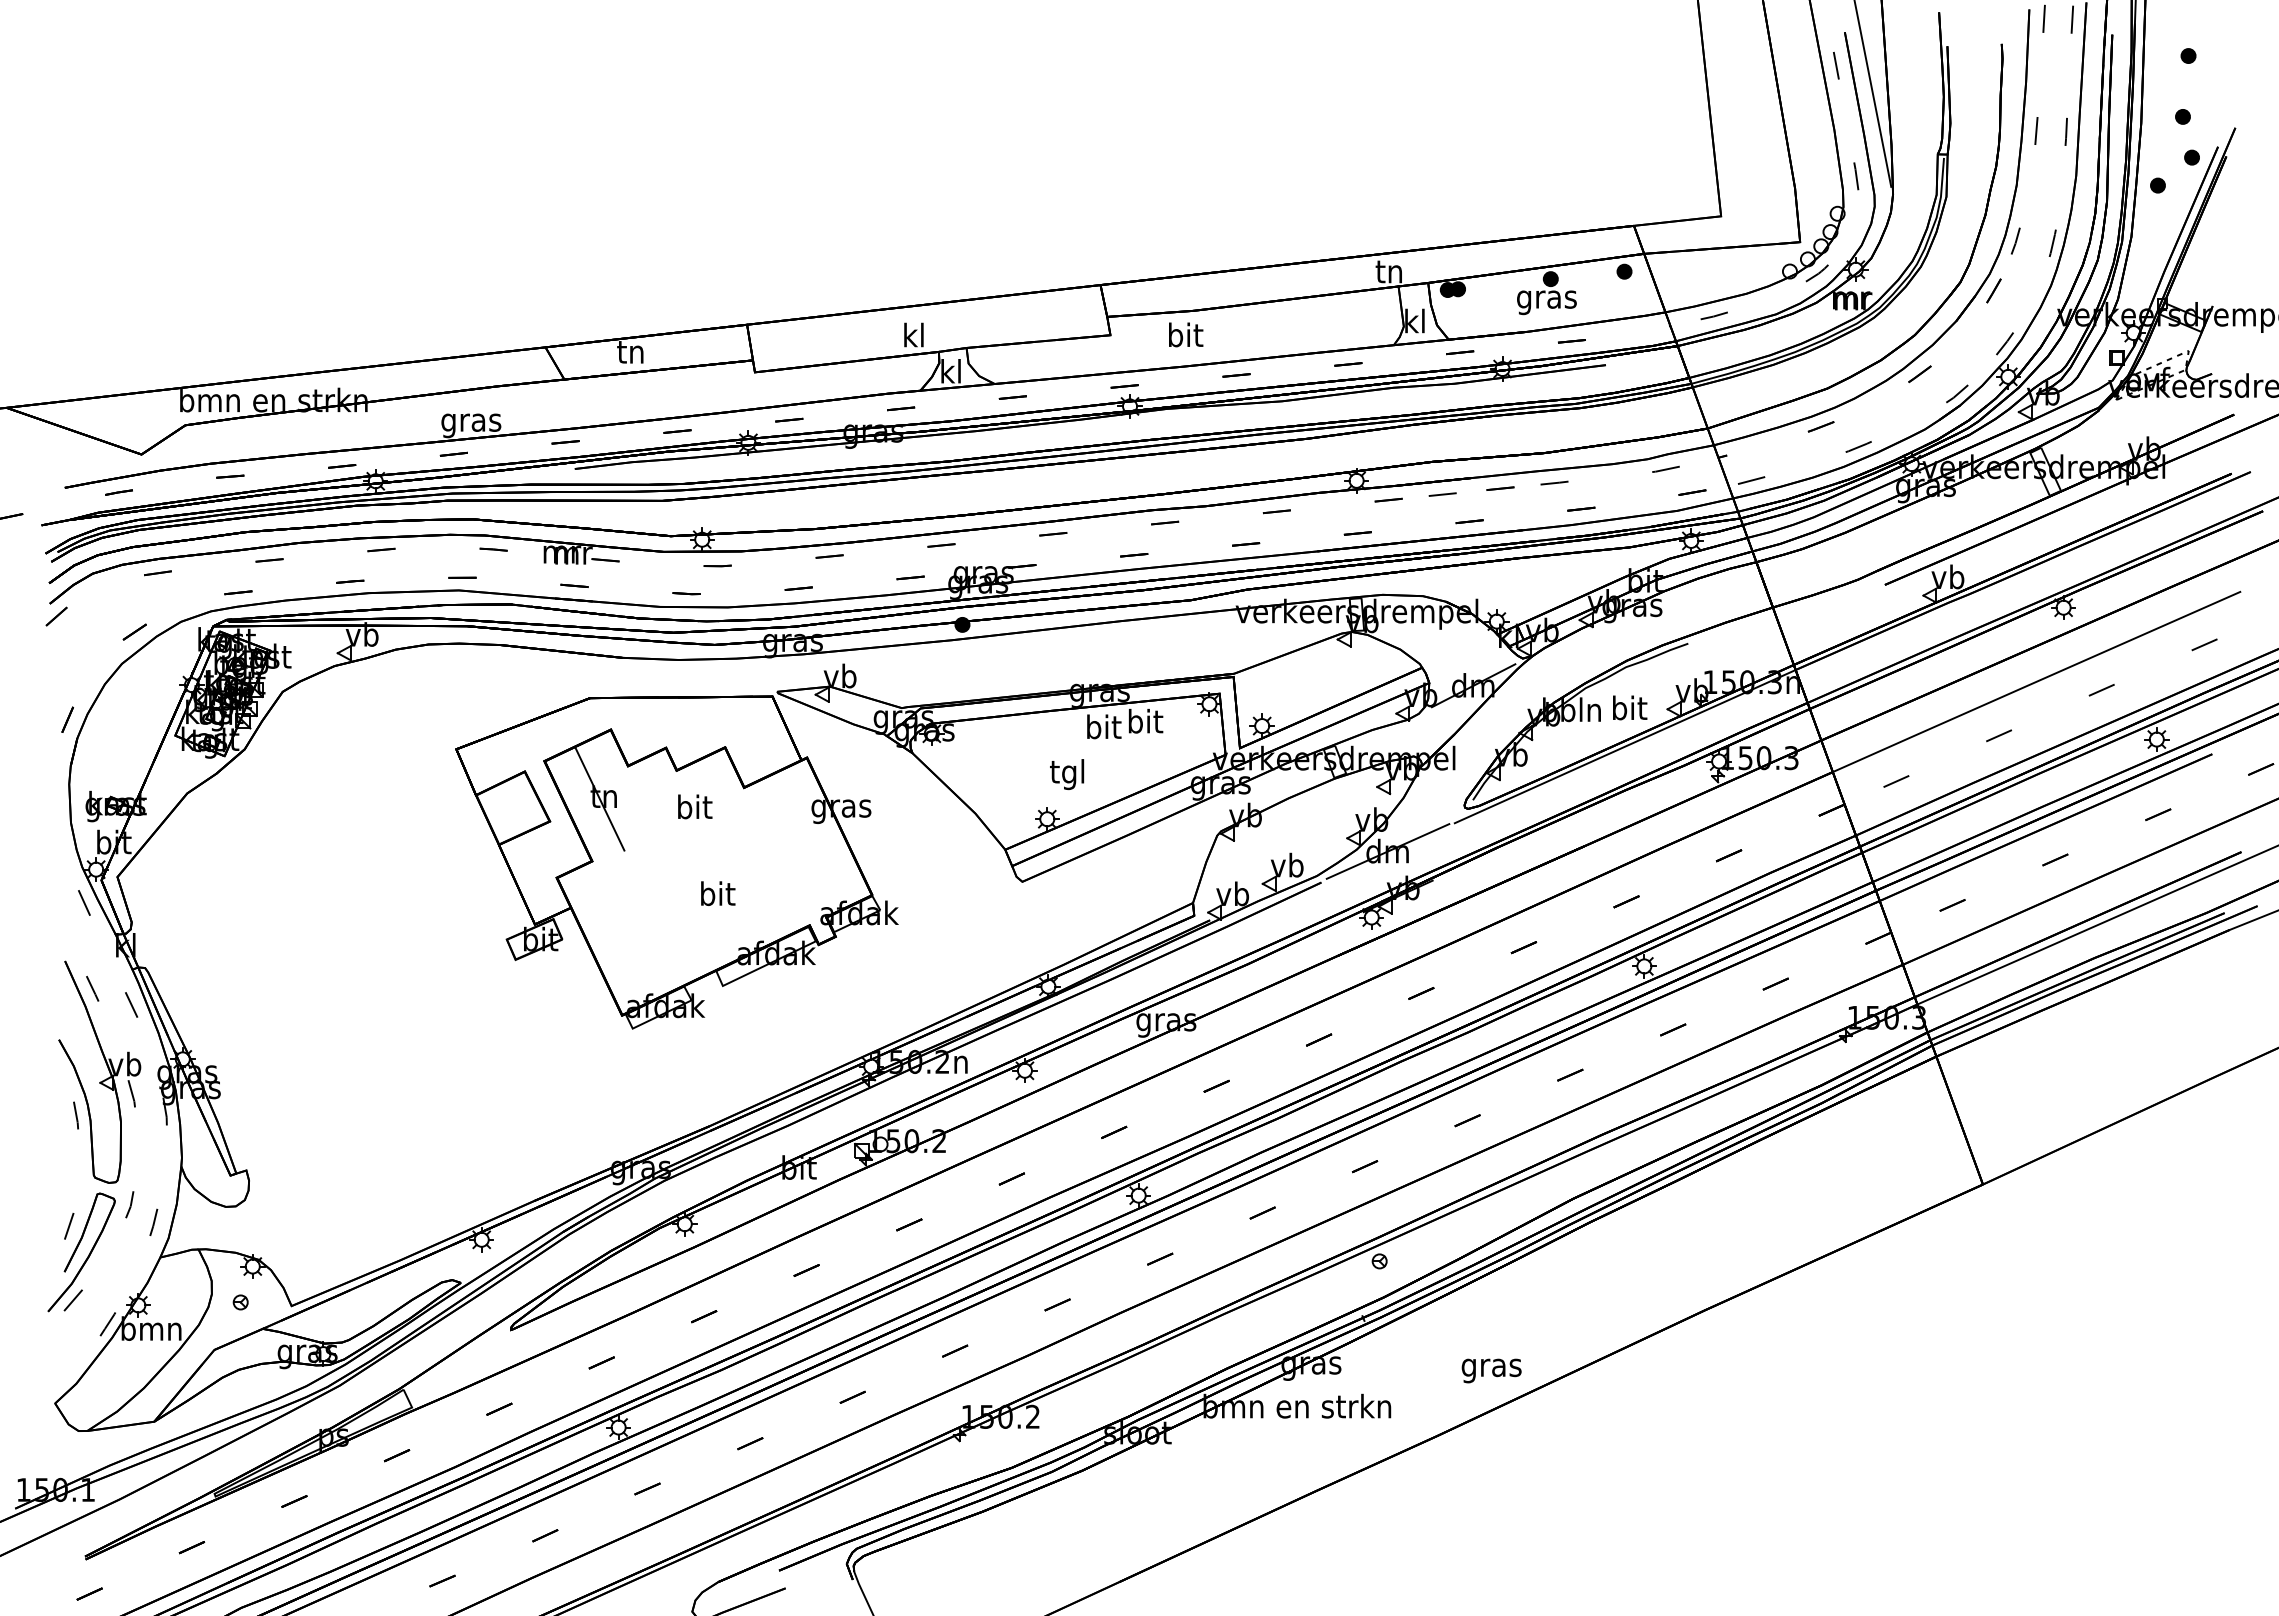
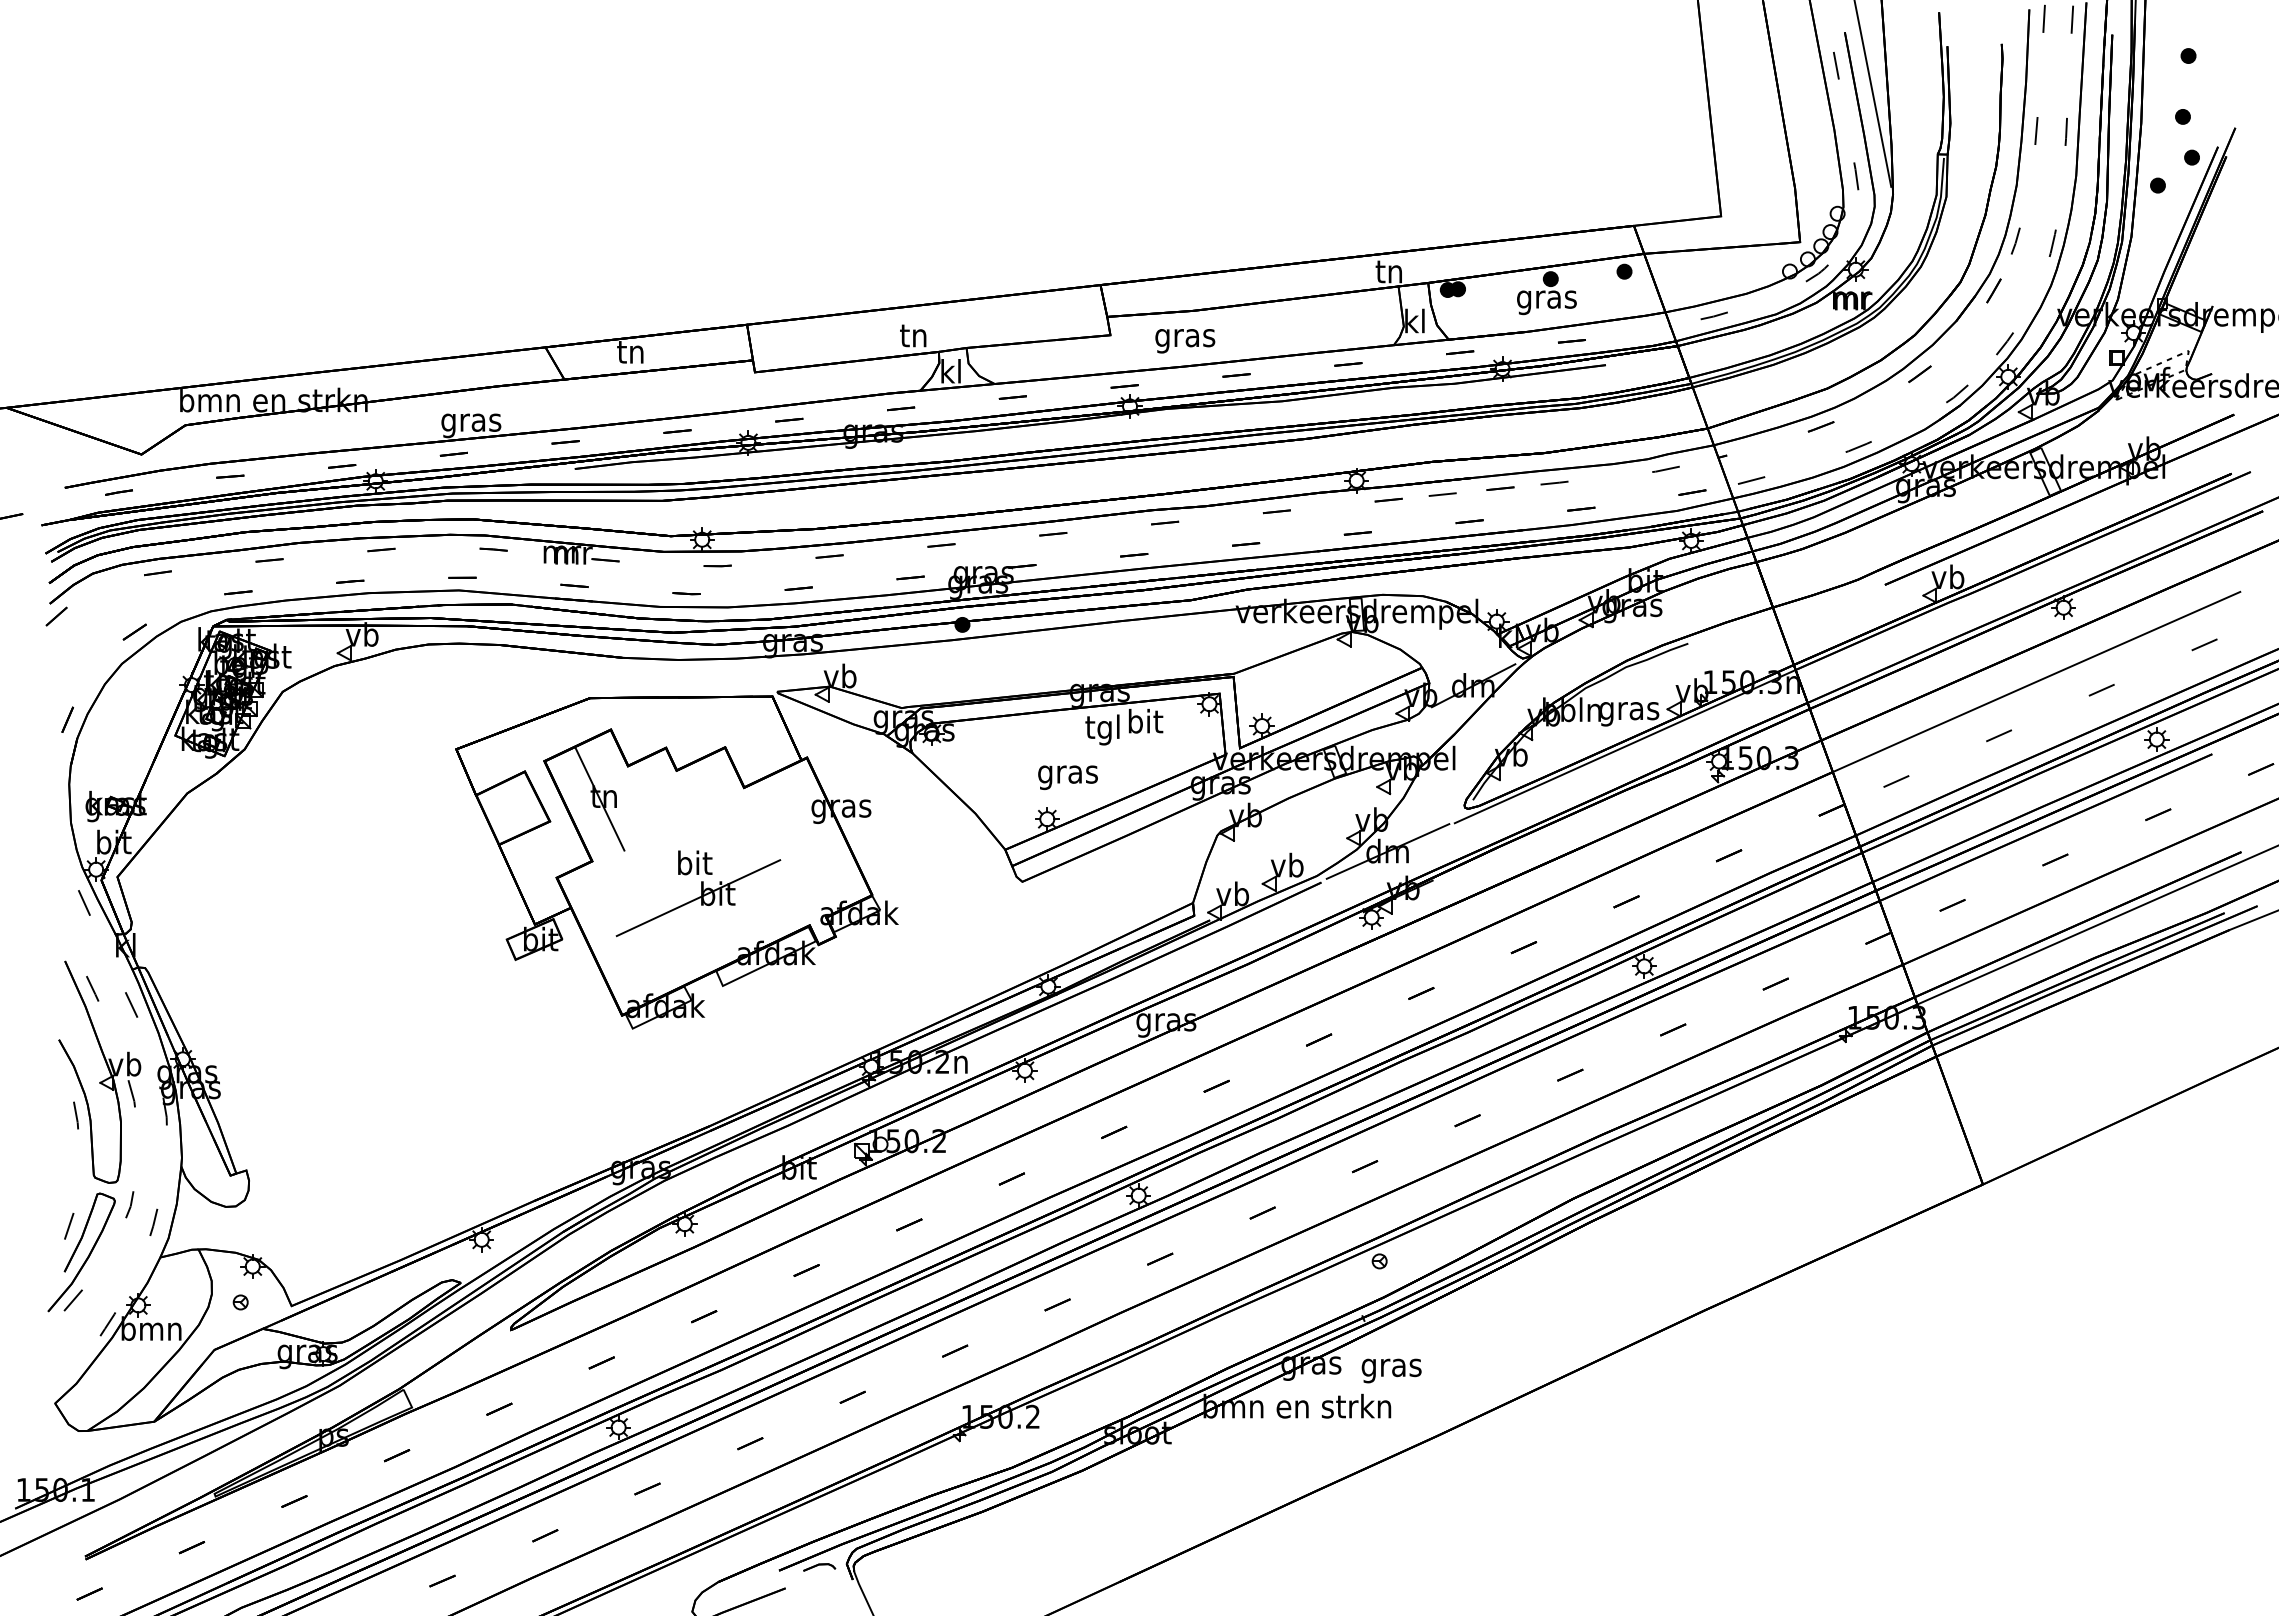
text at (913, 334): kl -> tn
text at (1185, 337): bit -> gras
text at (1629, 710): bit -> gras
text at (1103, 729): bit -> tgl
text at (1067, 774): tgl -> gras
text at (695, 806) position: (695, 806) -> (695, 862)
line at (698, 898): none -> present
text at (1491, 1370) position: (1491, 1370) -> (1391, 1370)
part at (819, 1567): none -> present
